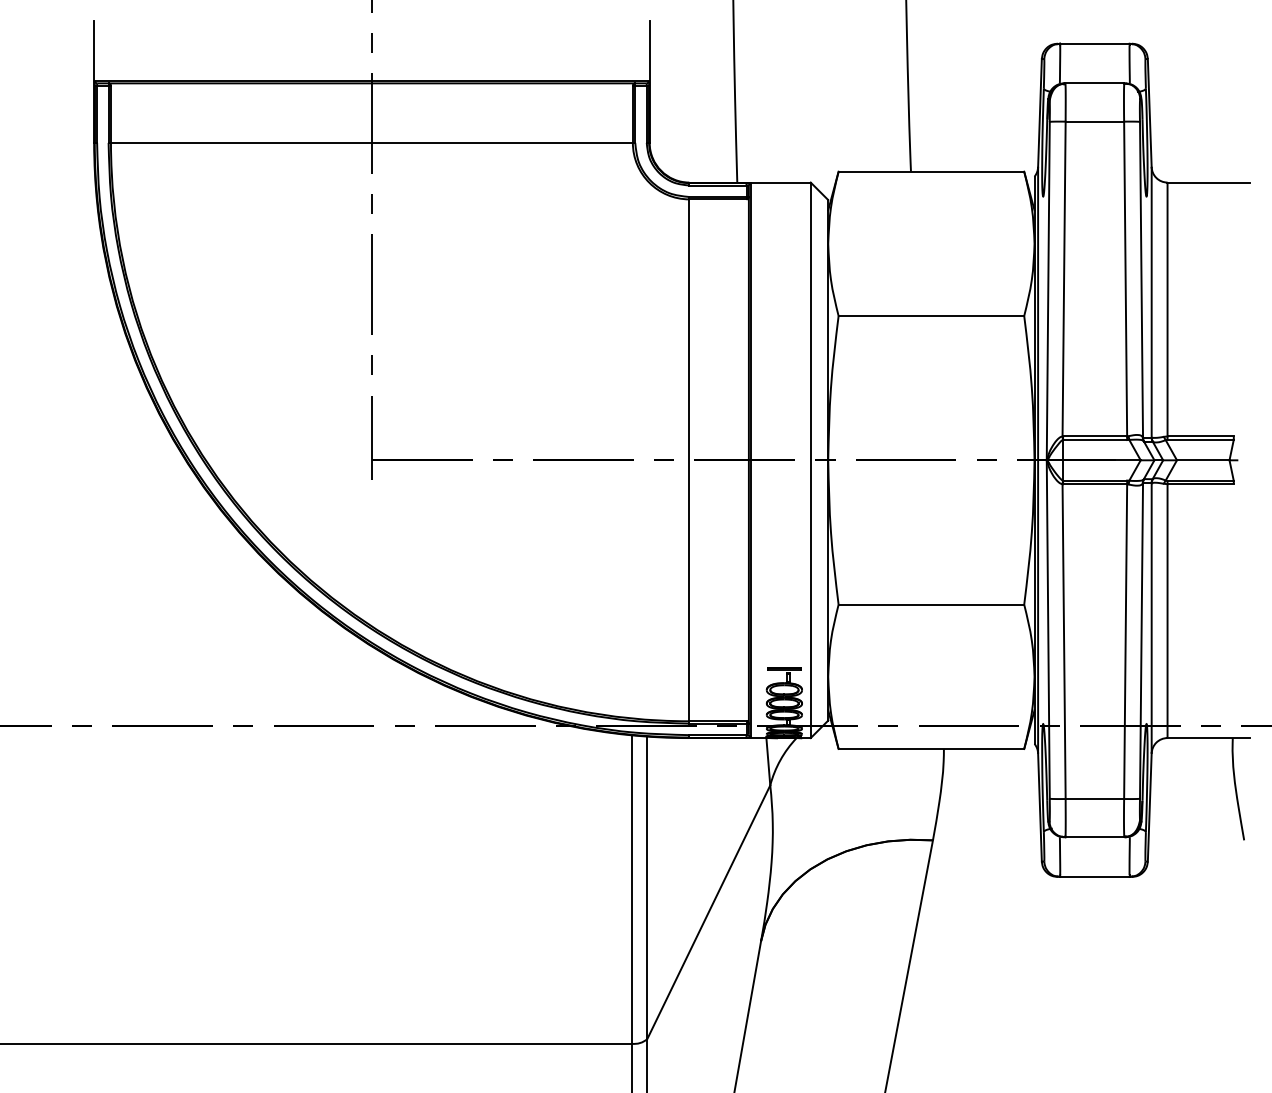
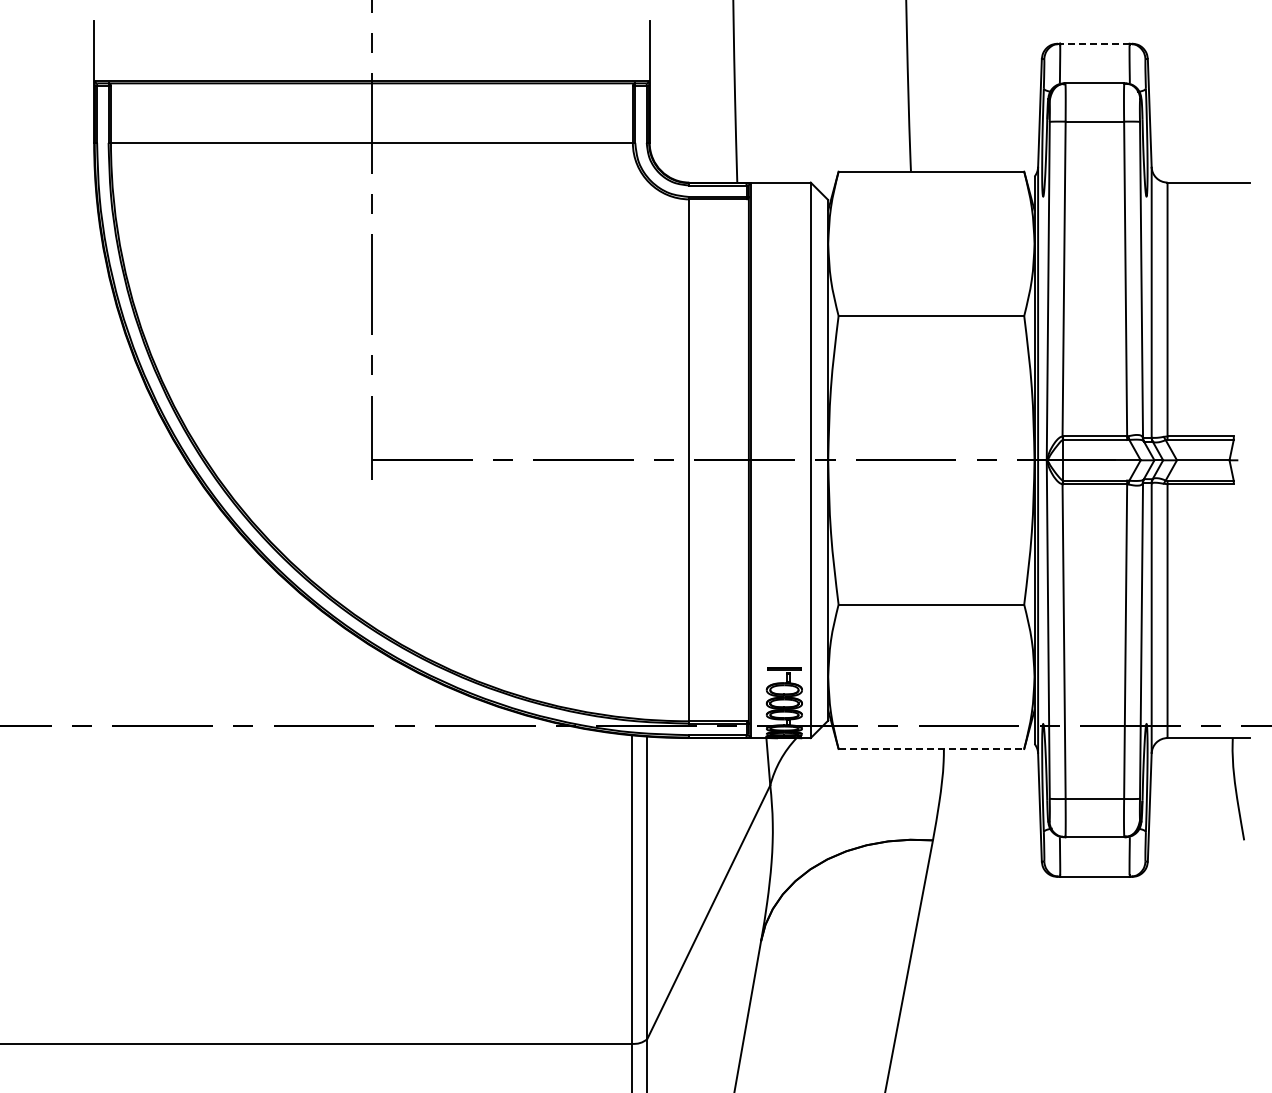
line at (1094, 43): solid -> dashed
line at (931, 749): solid -> dashed
